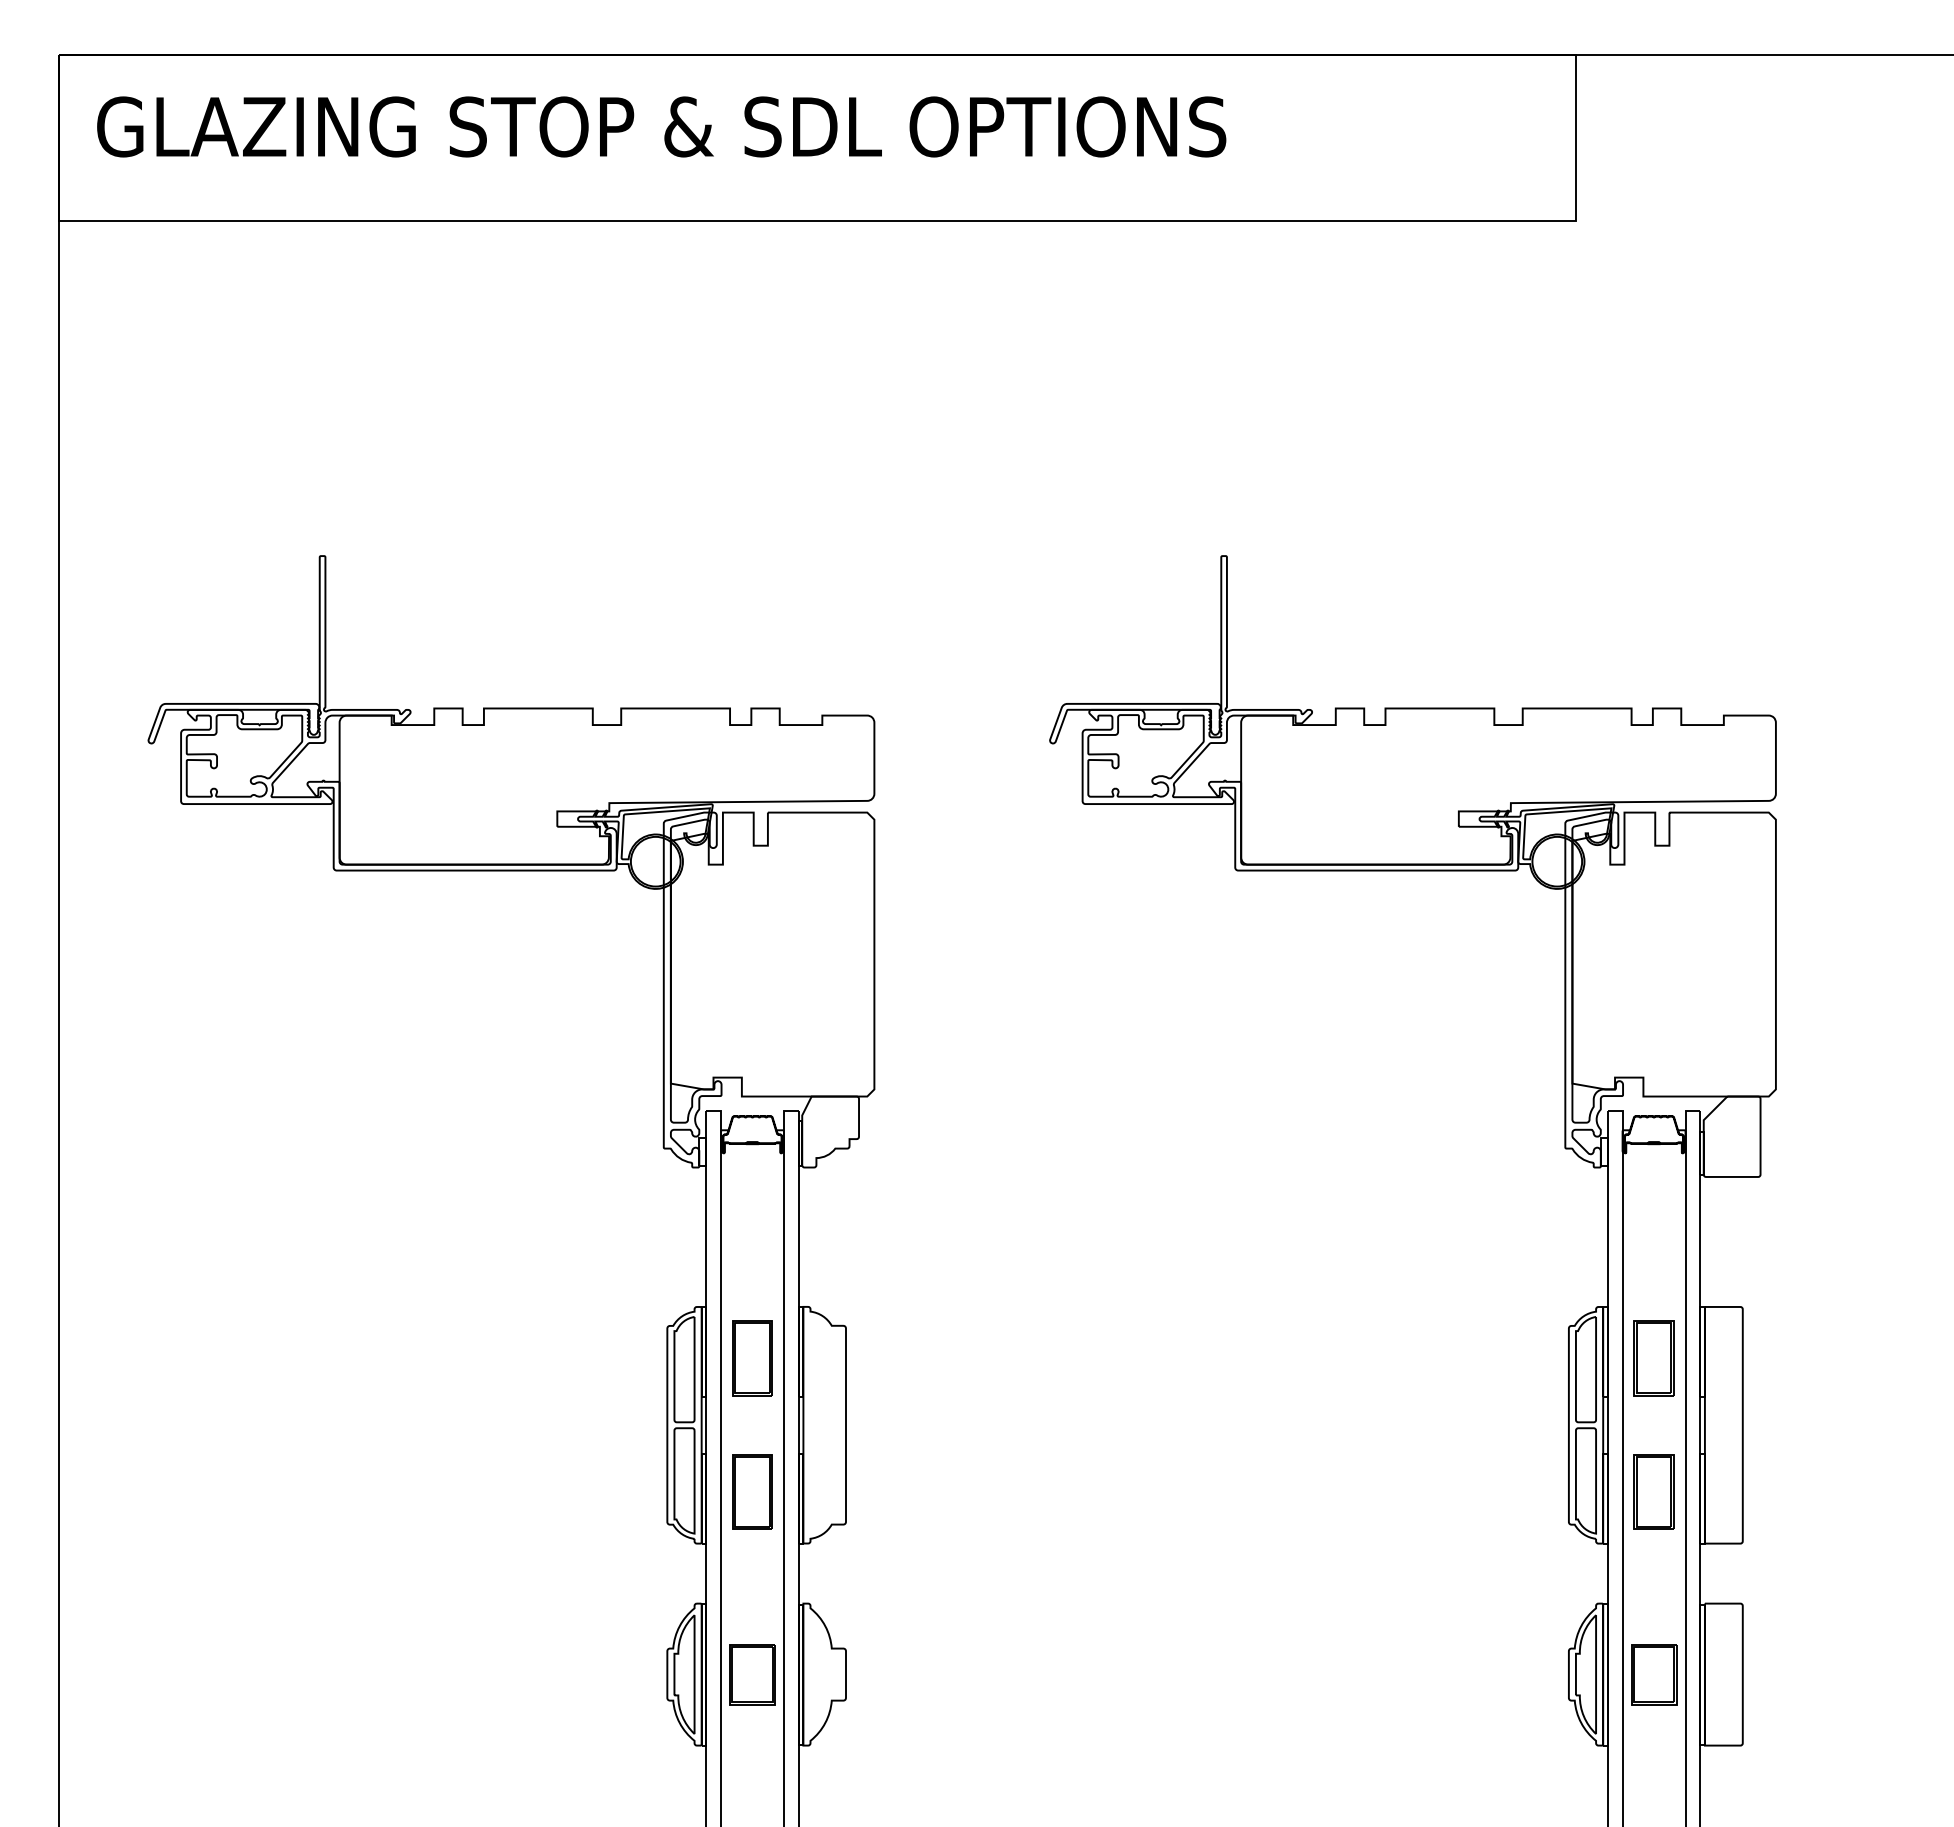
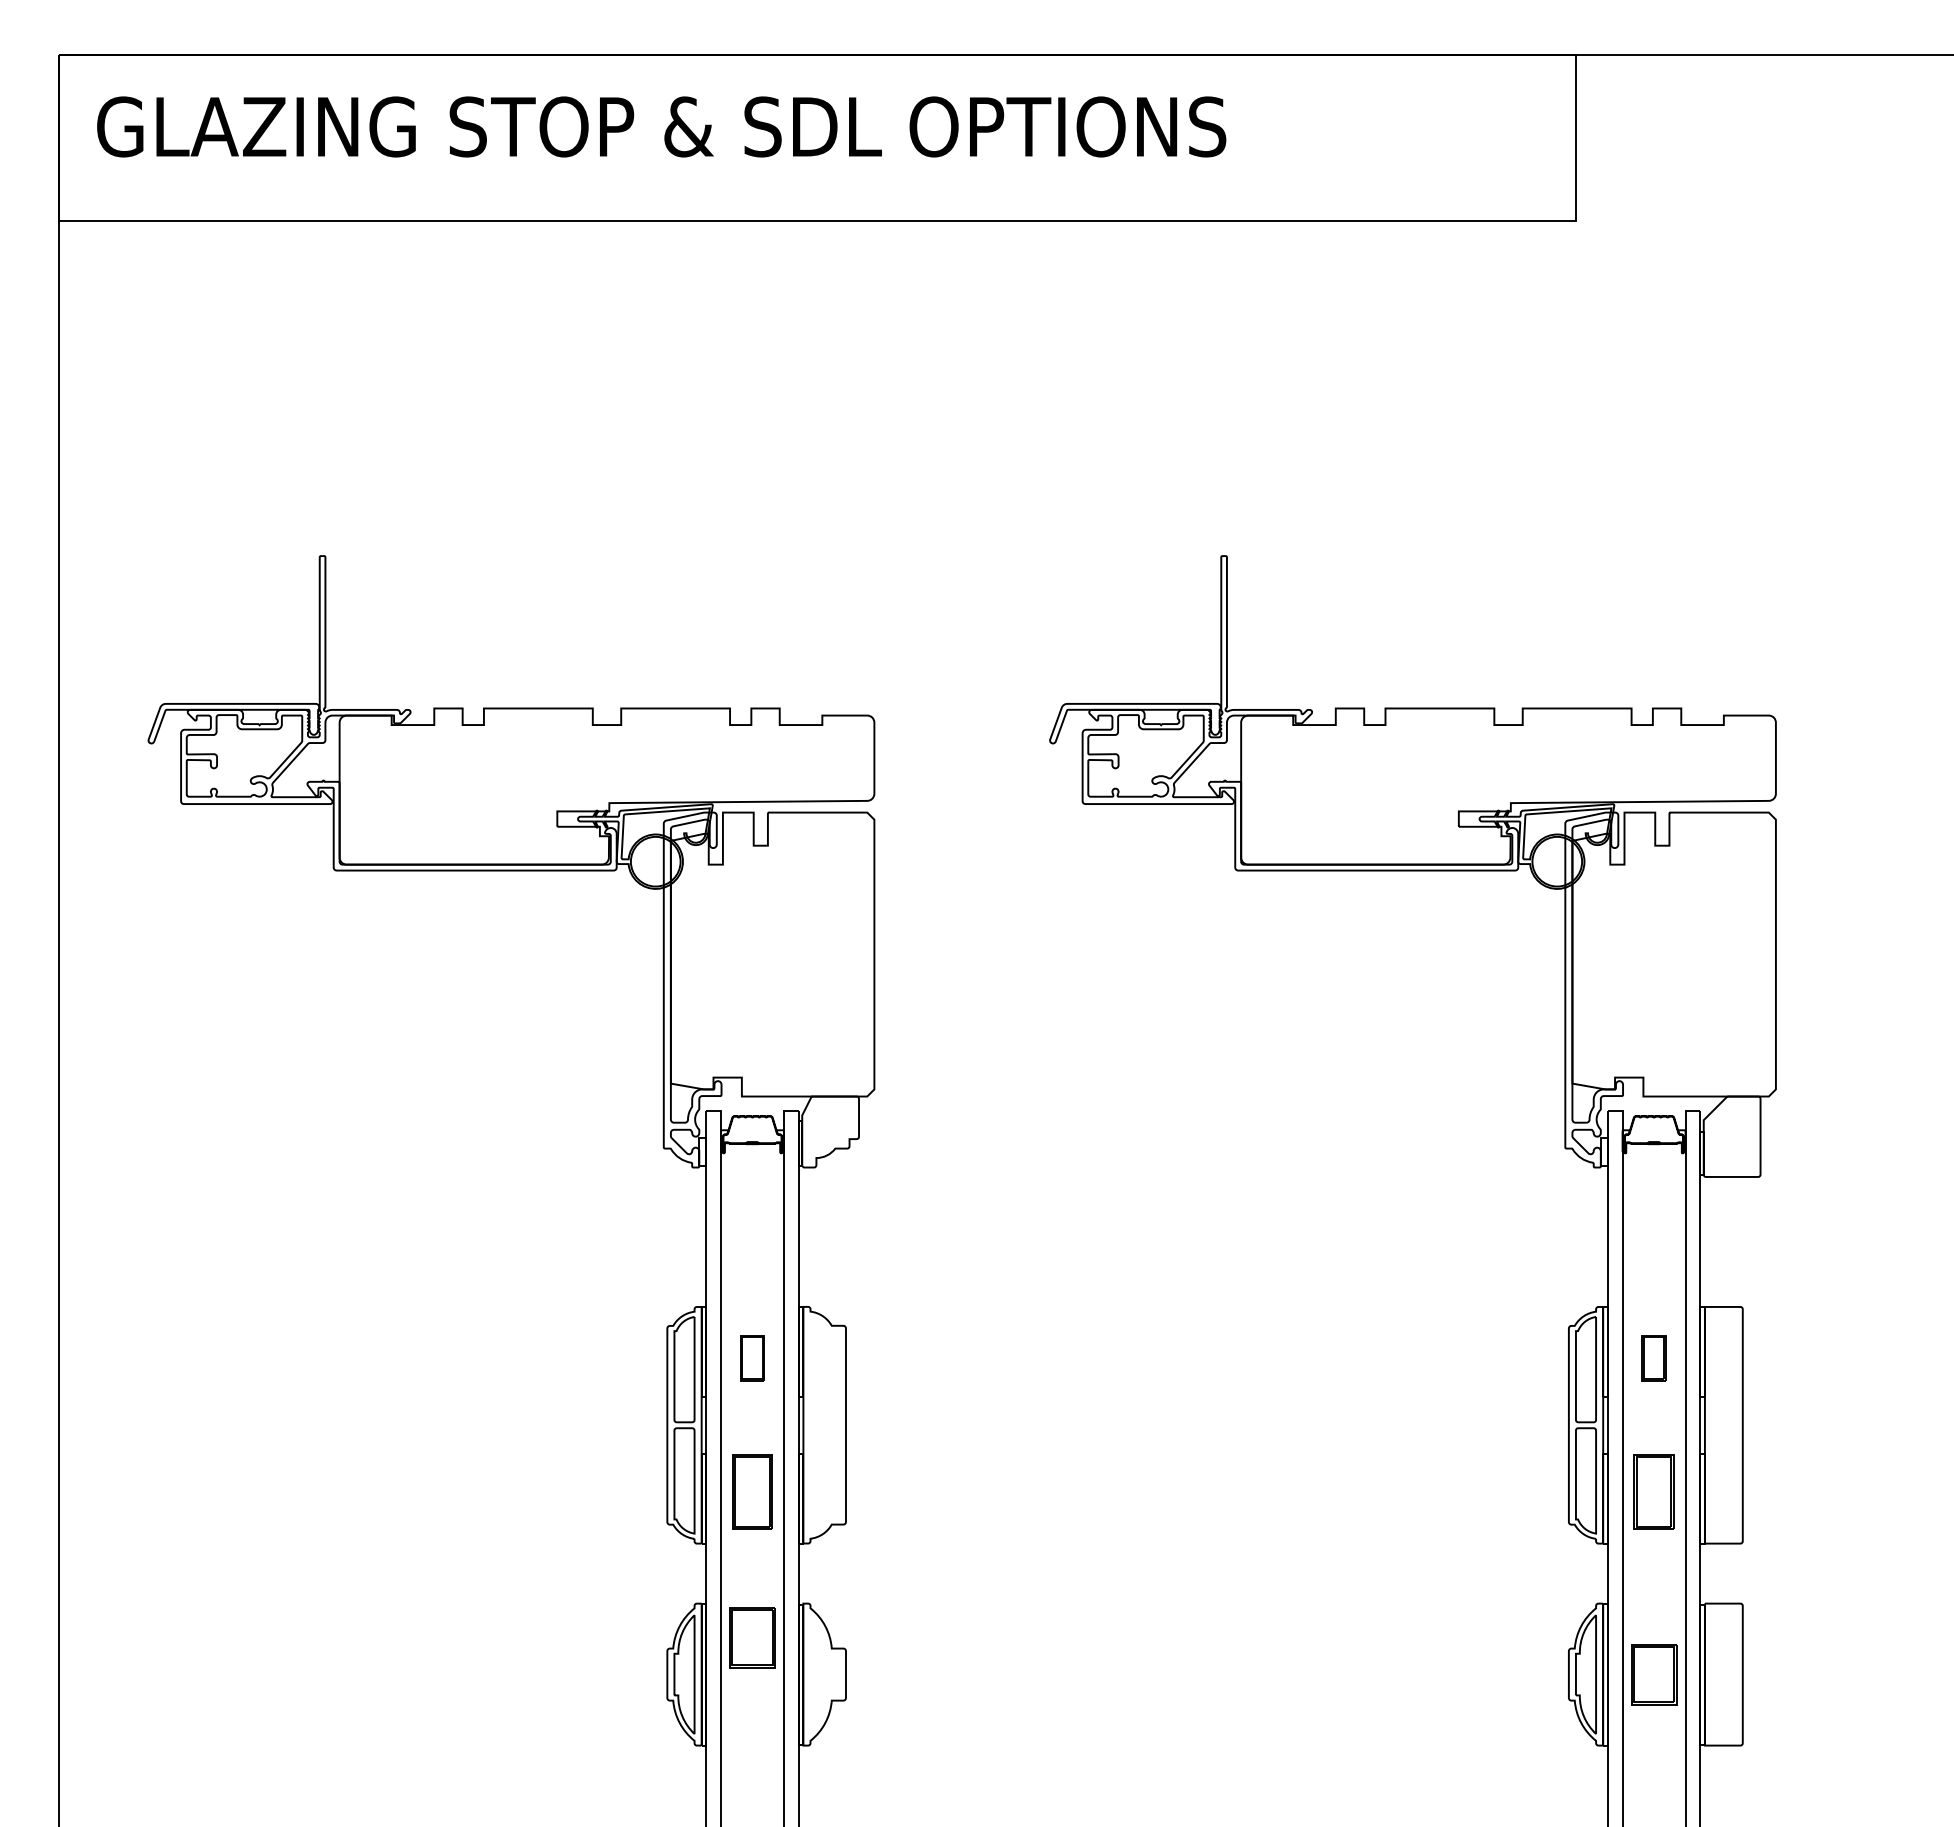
part at (752, 1358) size: 41x77 px -> 25x47 px
part at (1653, 1358) size: 42x77 px -> 26x47 px
part at (752, 1674) position: (752, 1674) -> (752, 1637)
